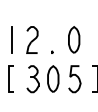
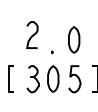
part at (32, 39) position: (32, 39) -> (32, 34)
line at (11, 40): present -> none
